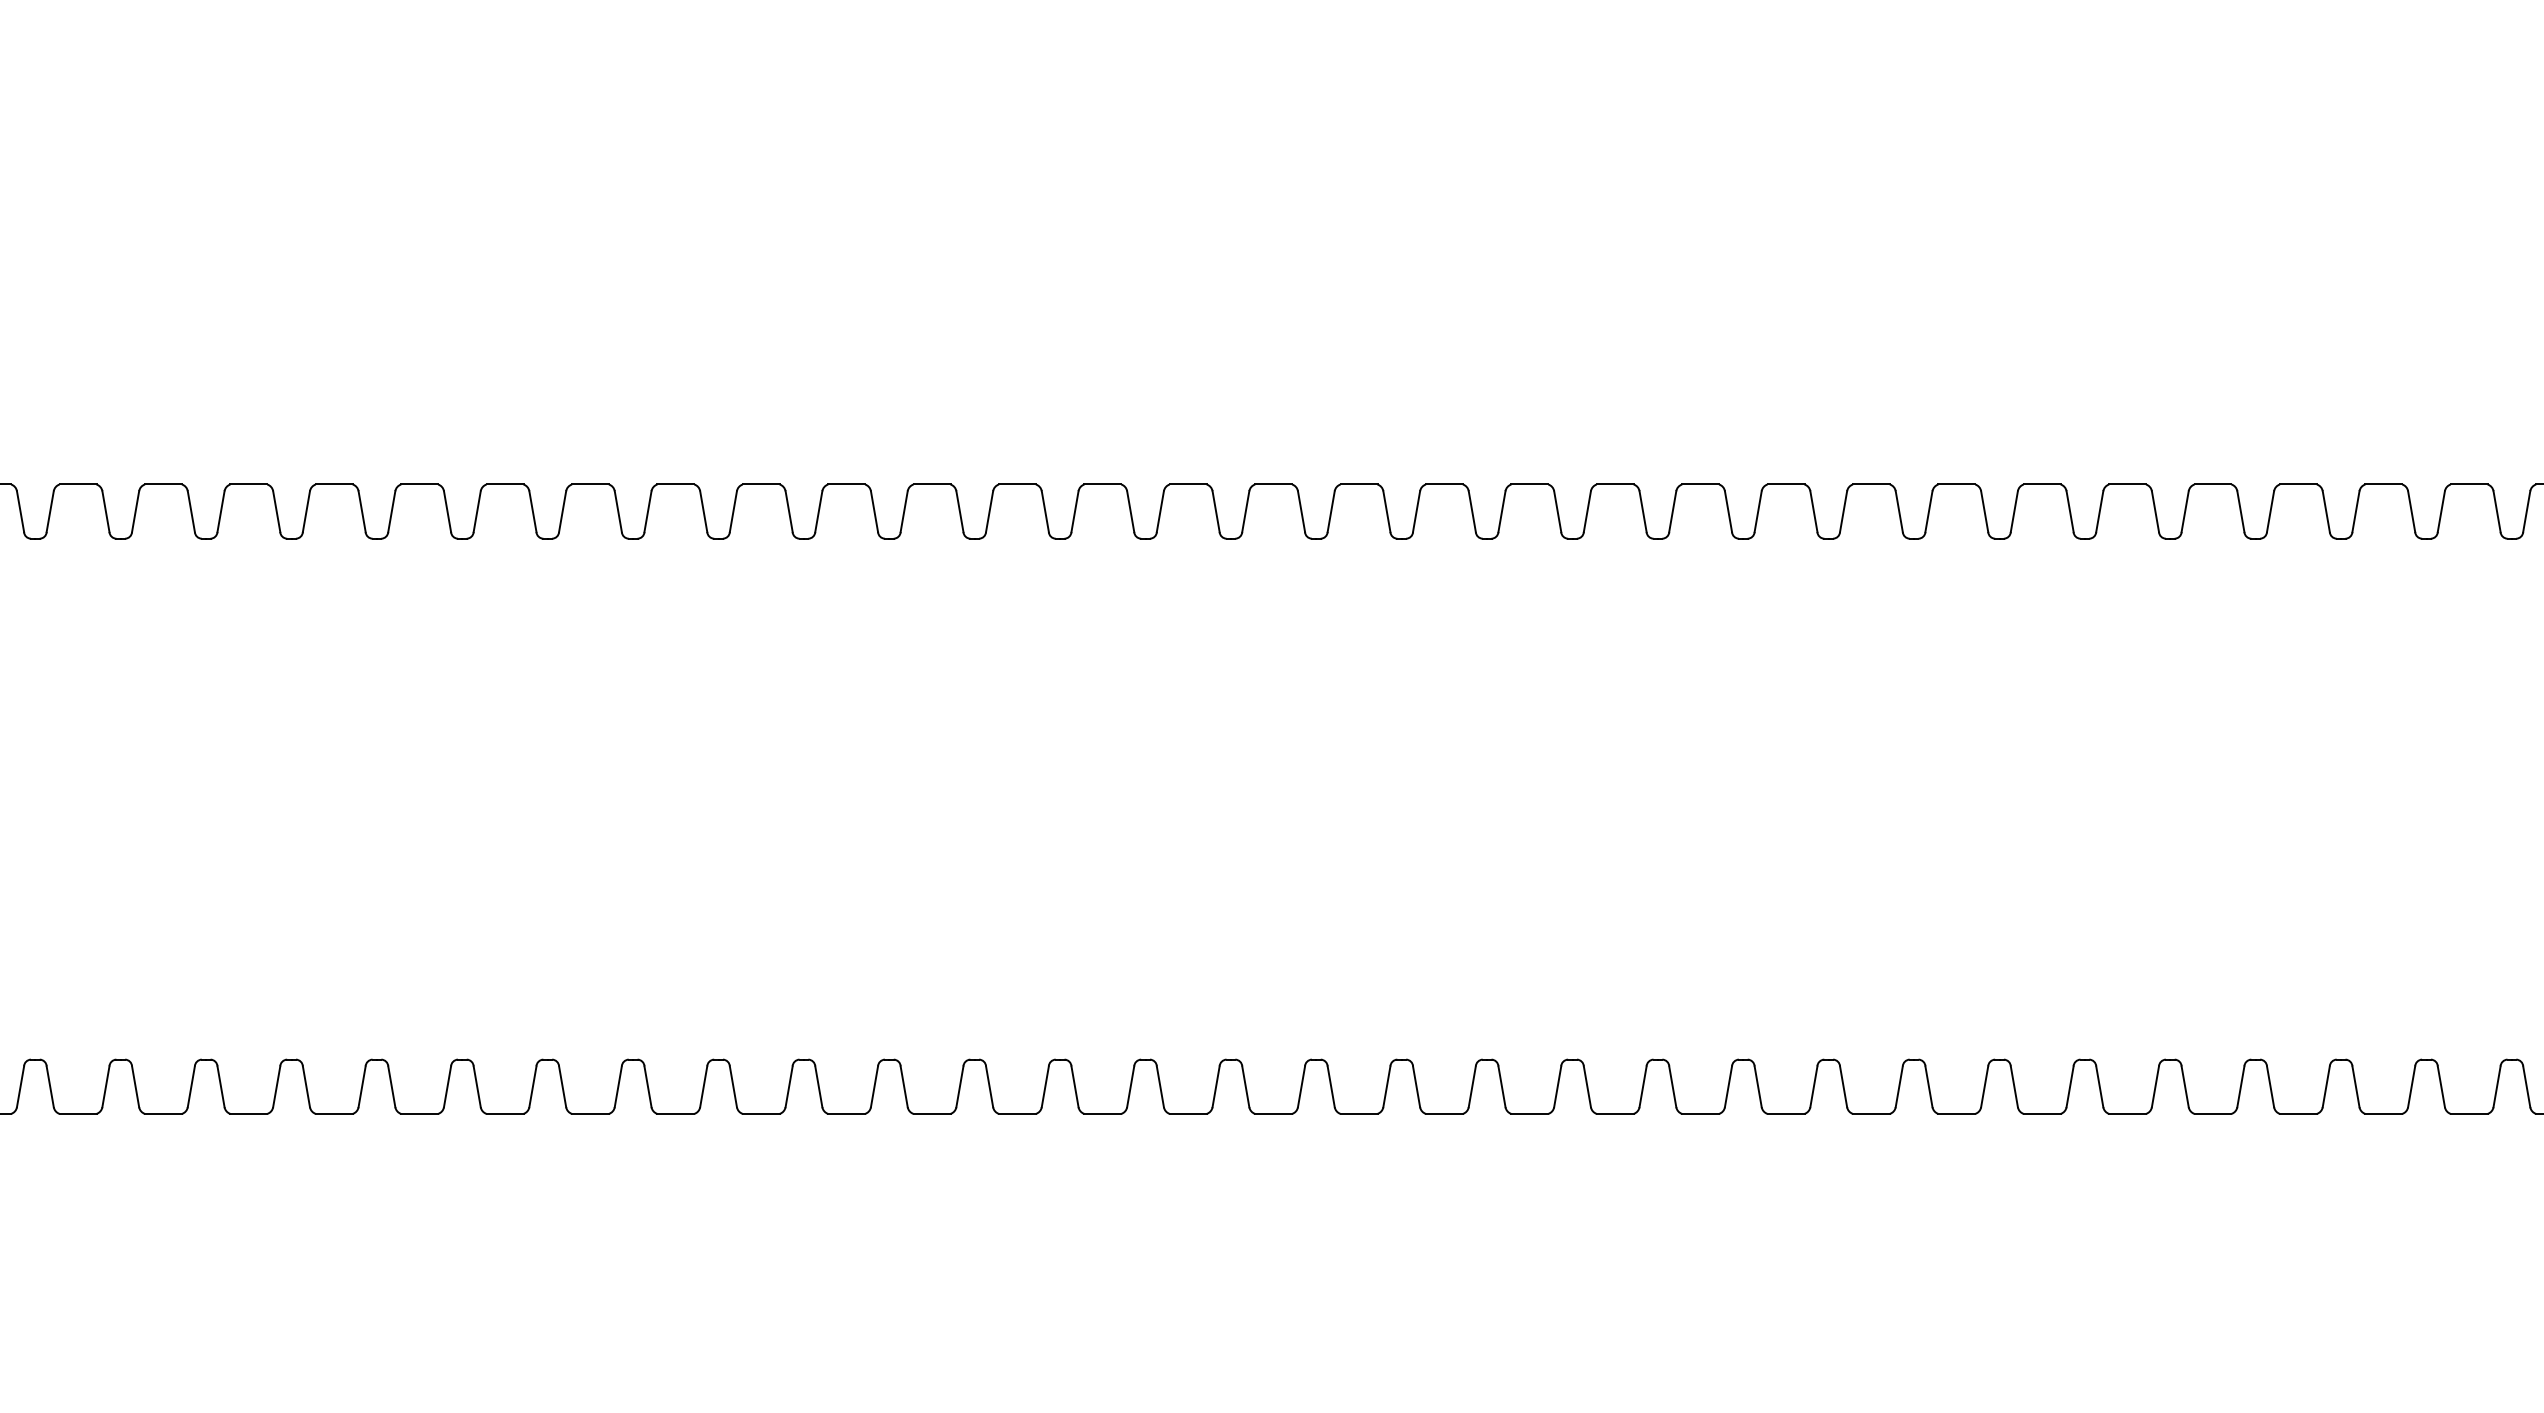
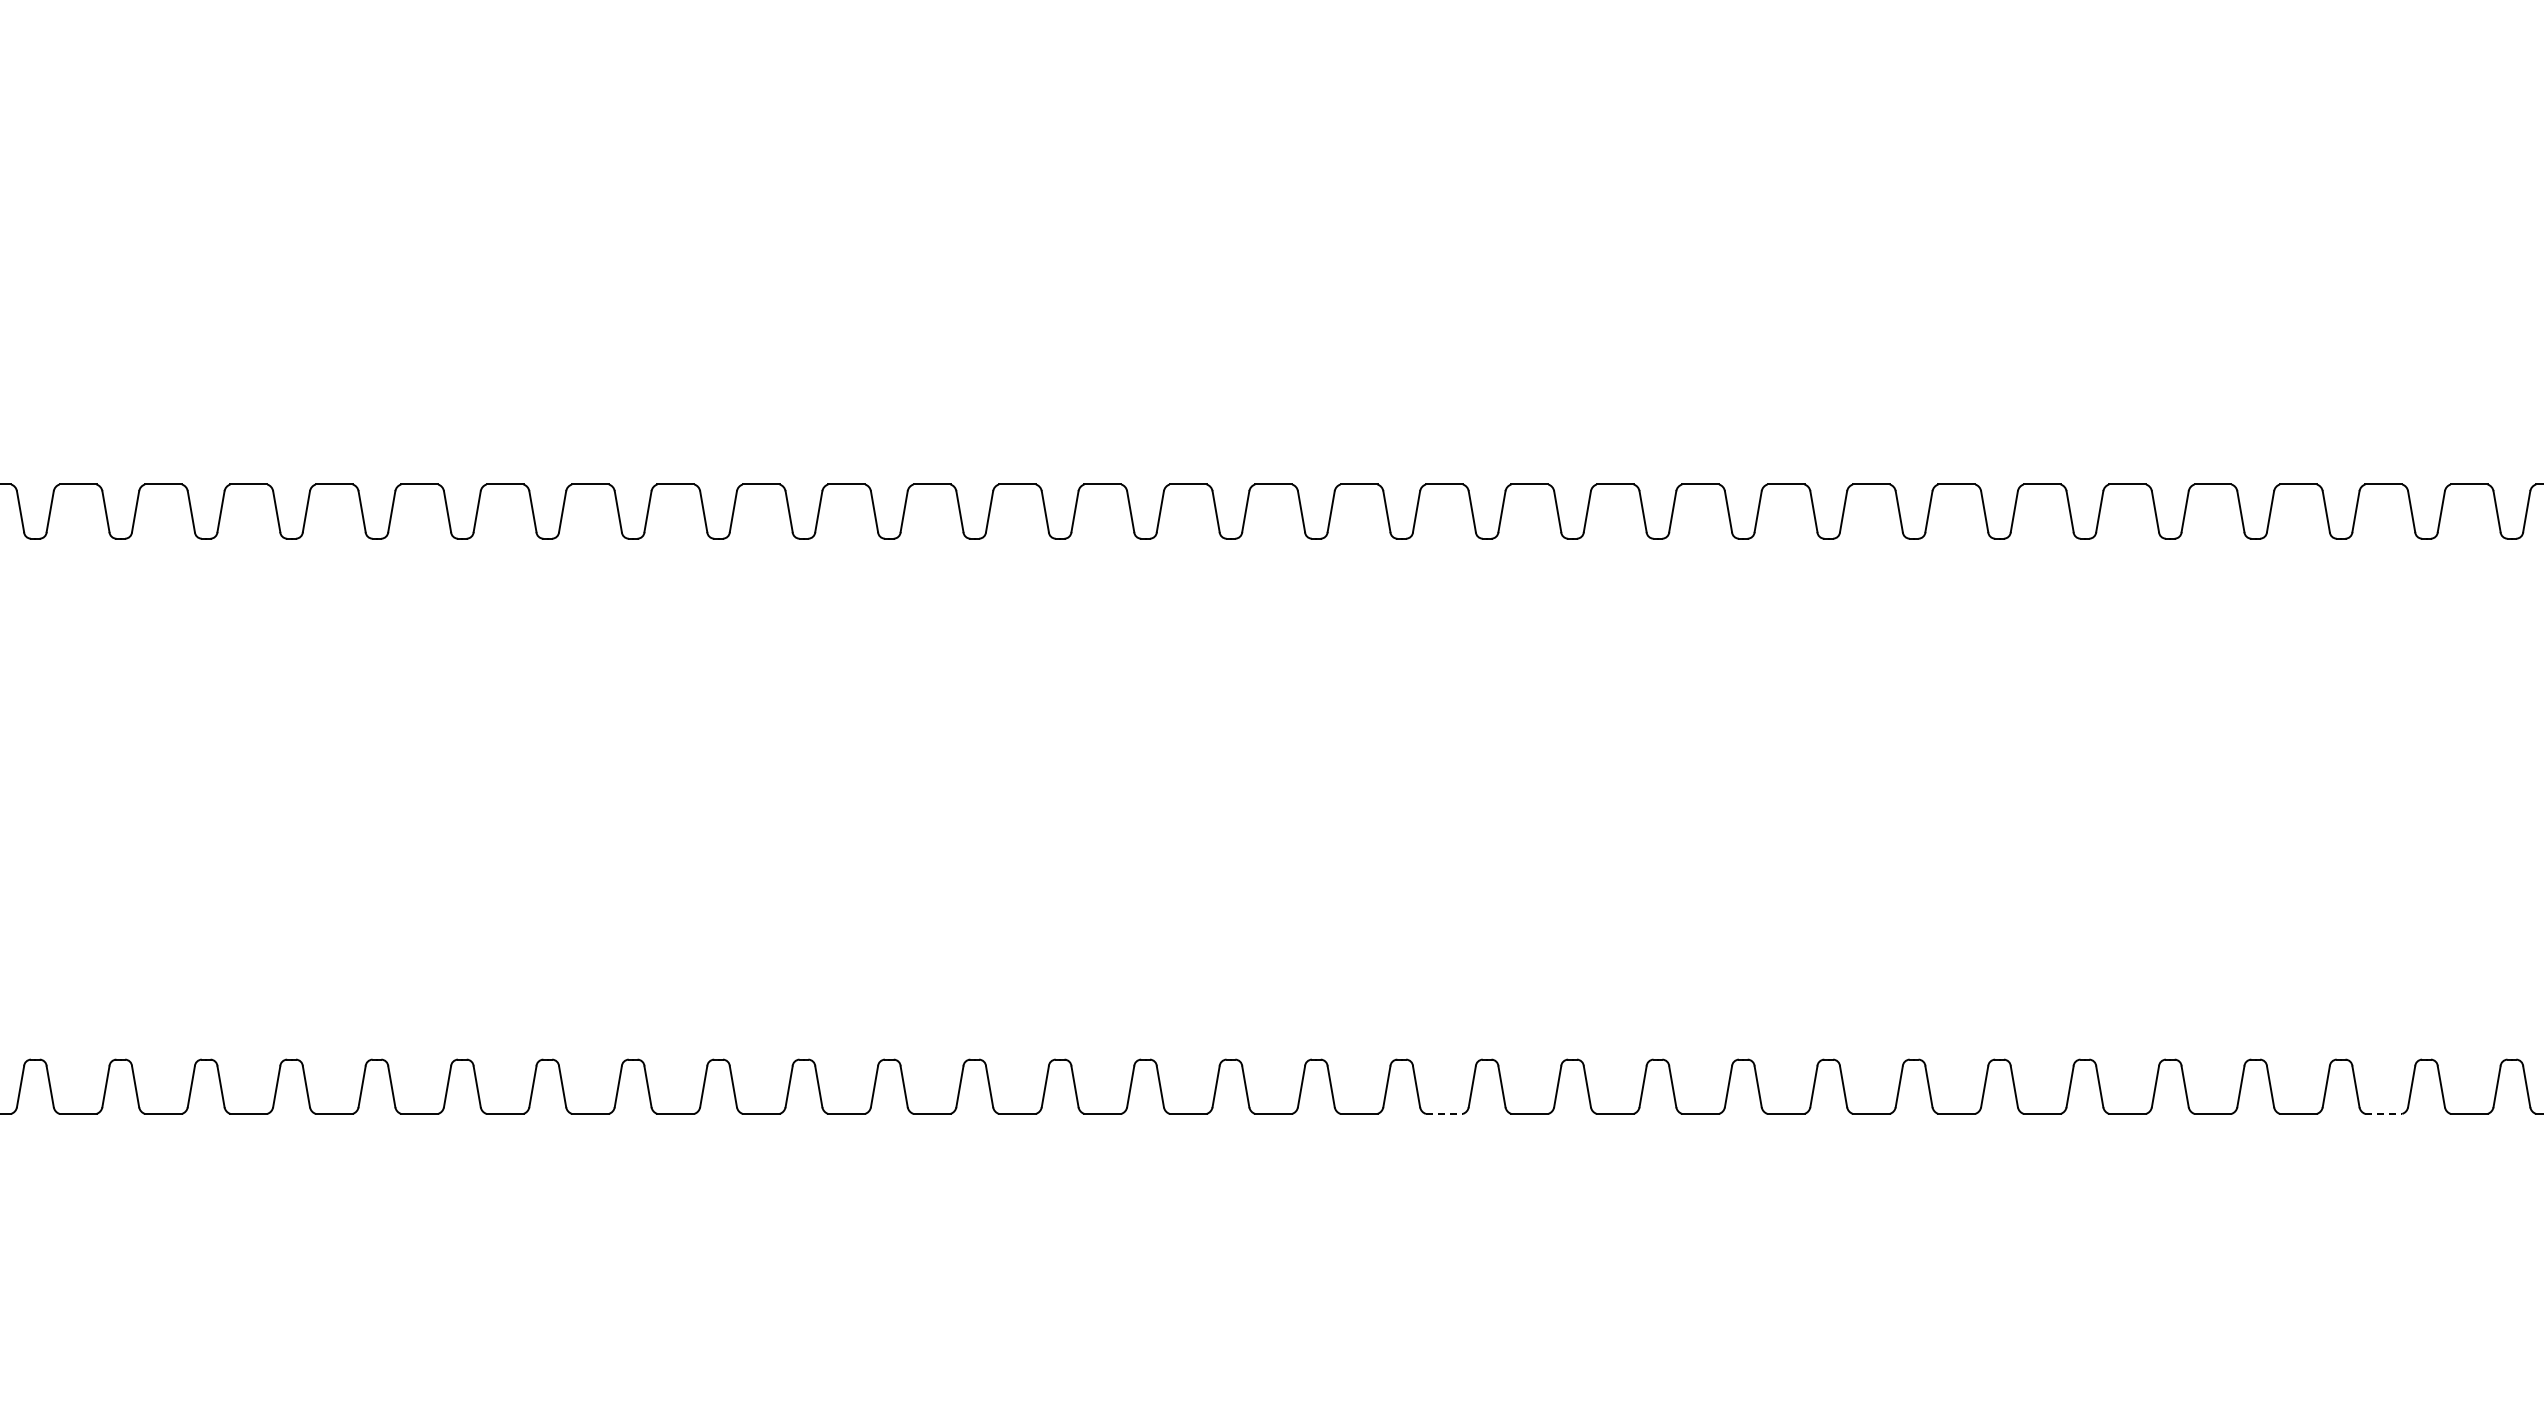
line at (1444, 1113): solid -> dashed
line at (2384, 1113): solid -> dashed
